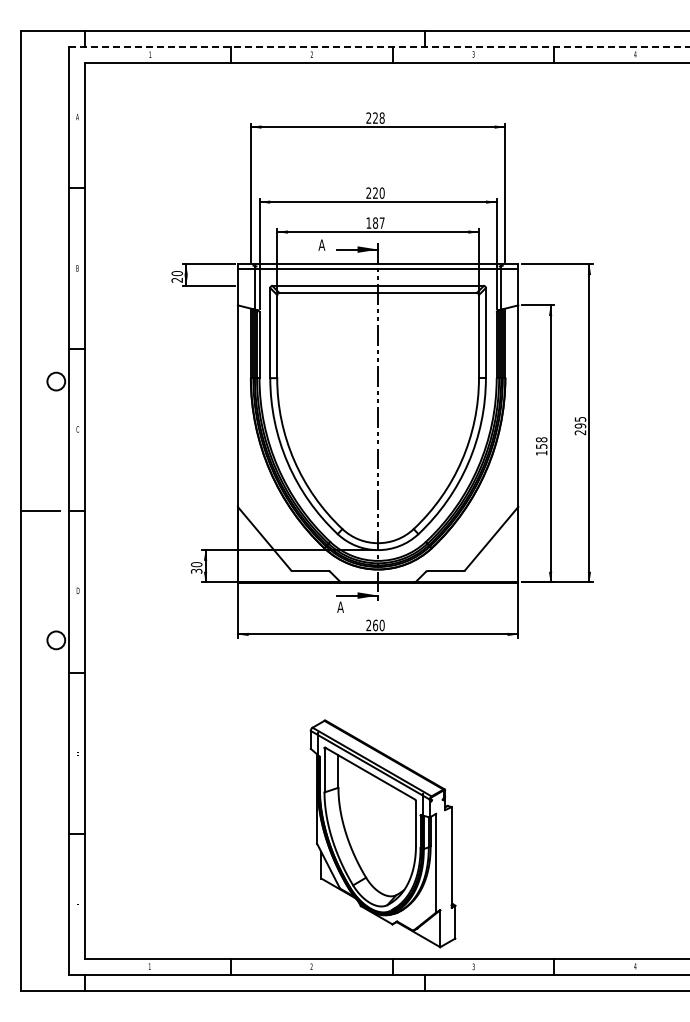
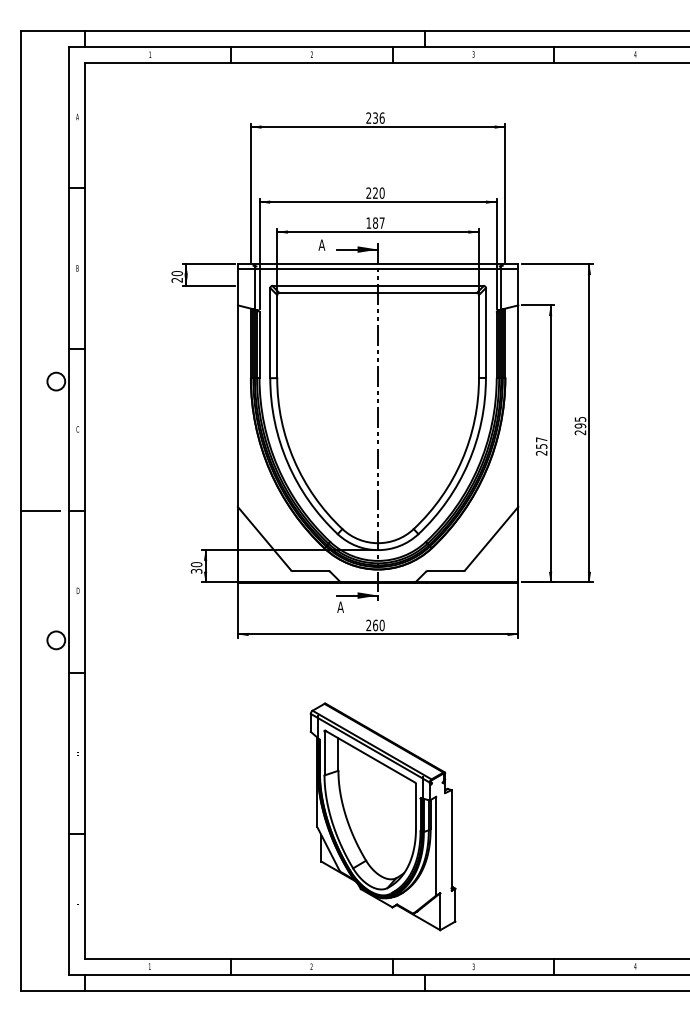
line at (379, 46): dashed -> solid
text at (378, 117): 228 -> 236
text at (541, 446): 158 -> 257
part at (382, 833) position: (382, 833) -> (382, 816)
